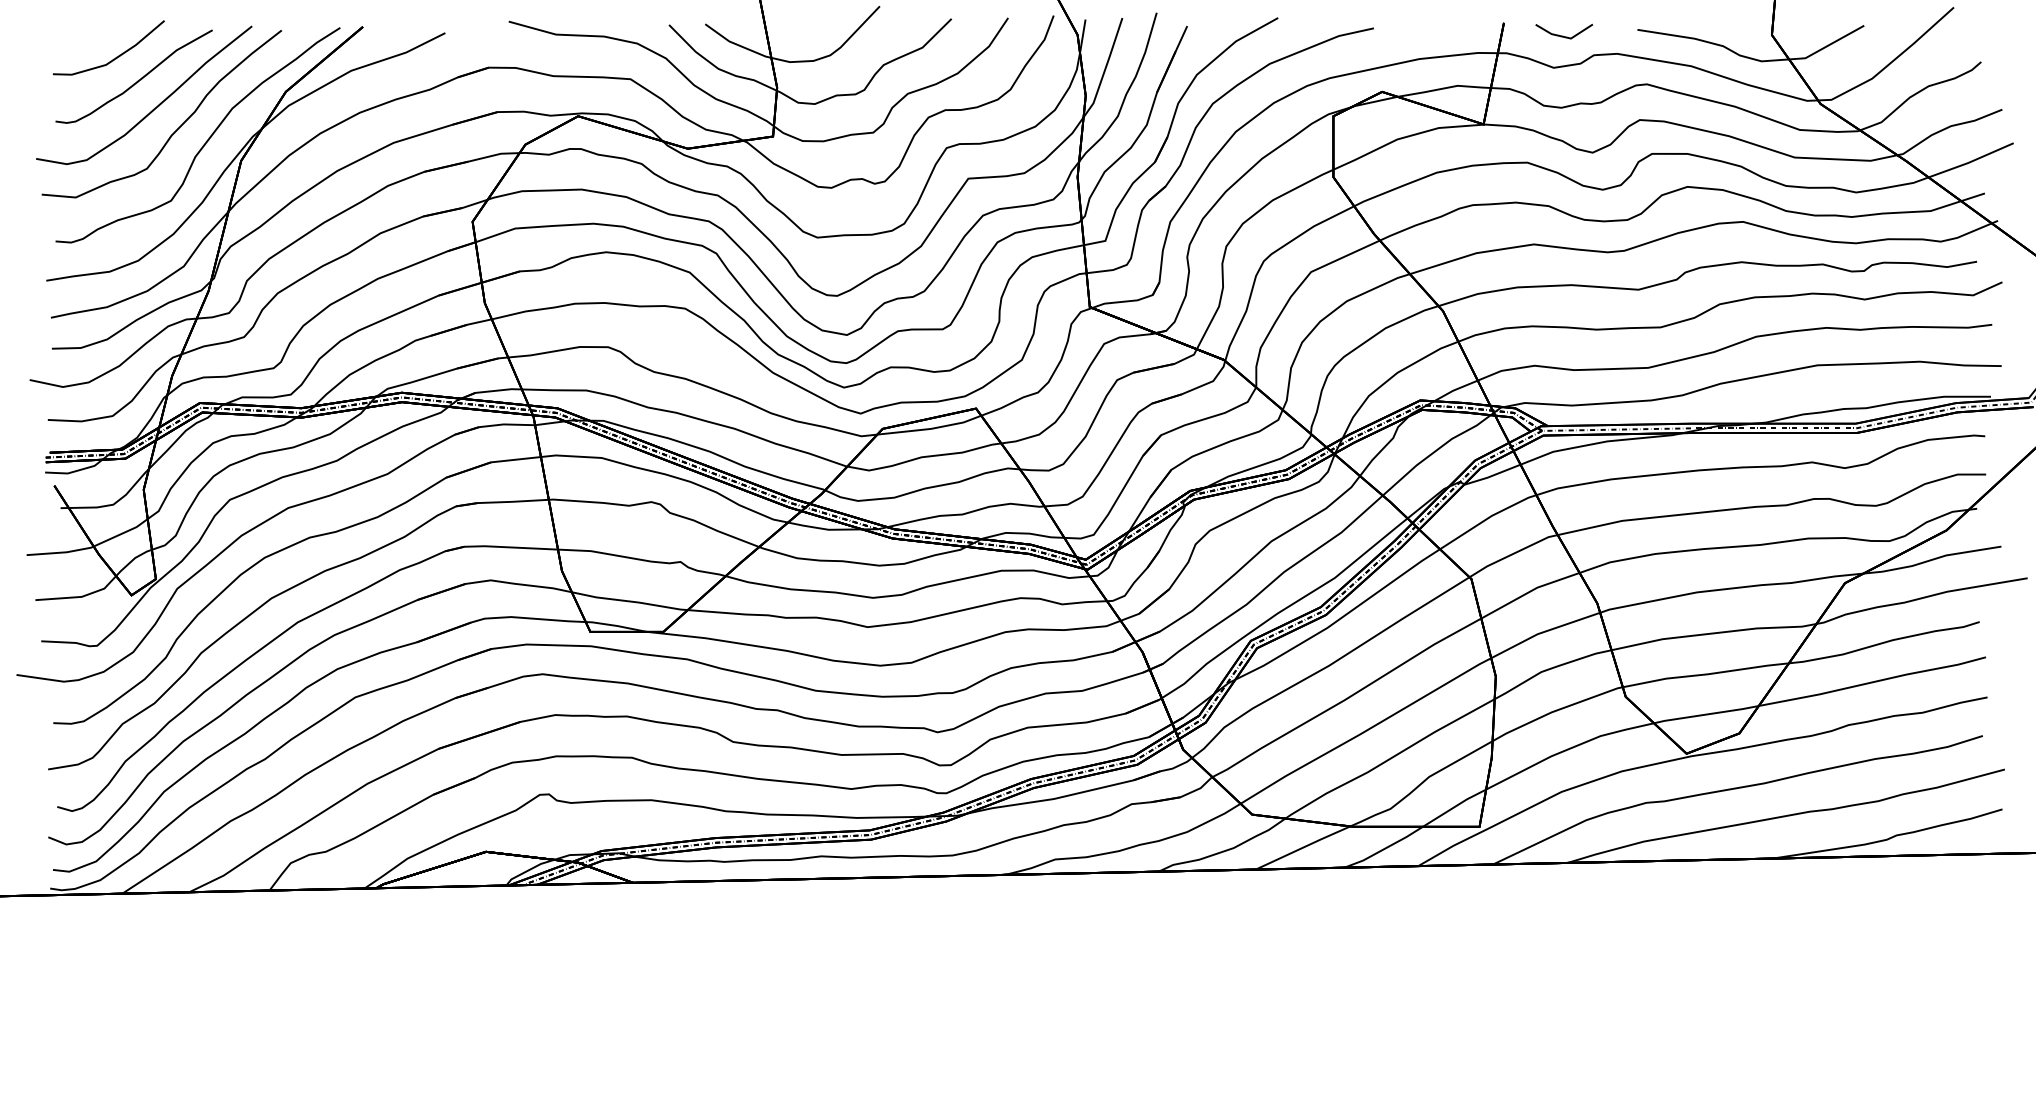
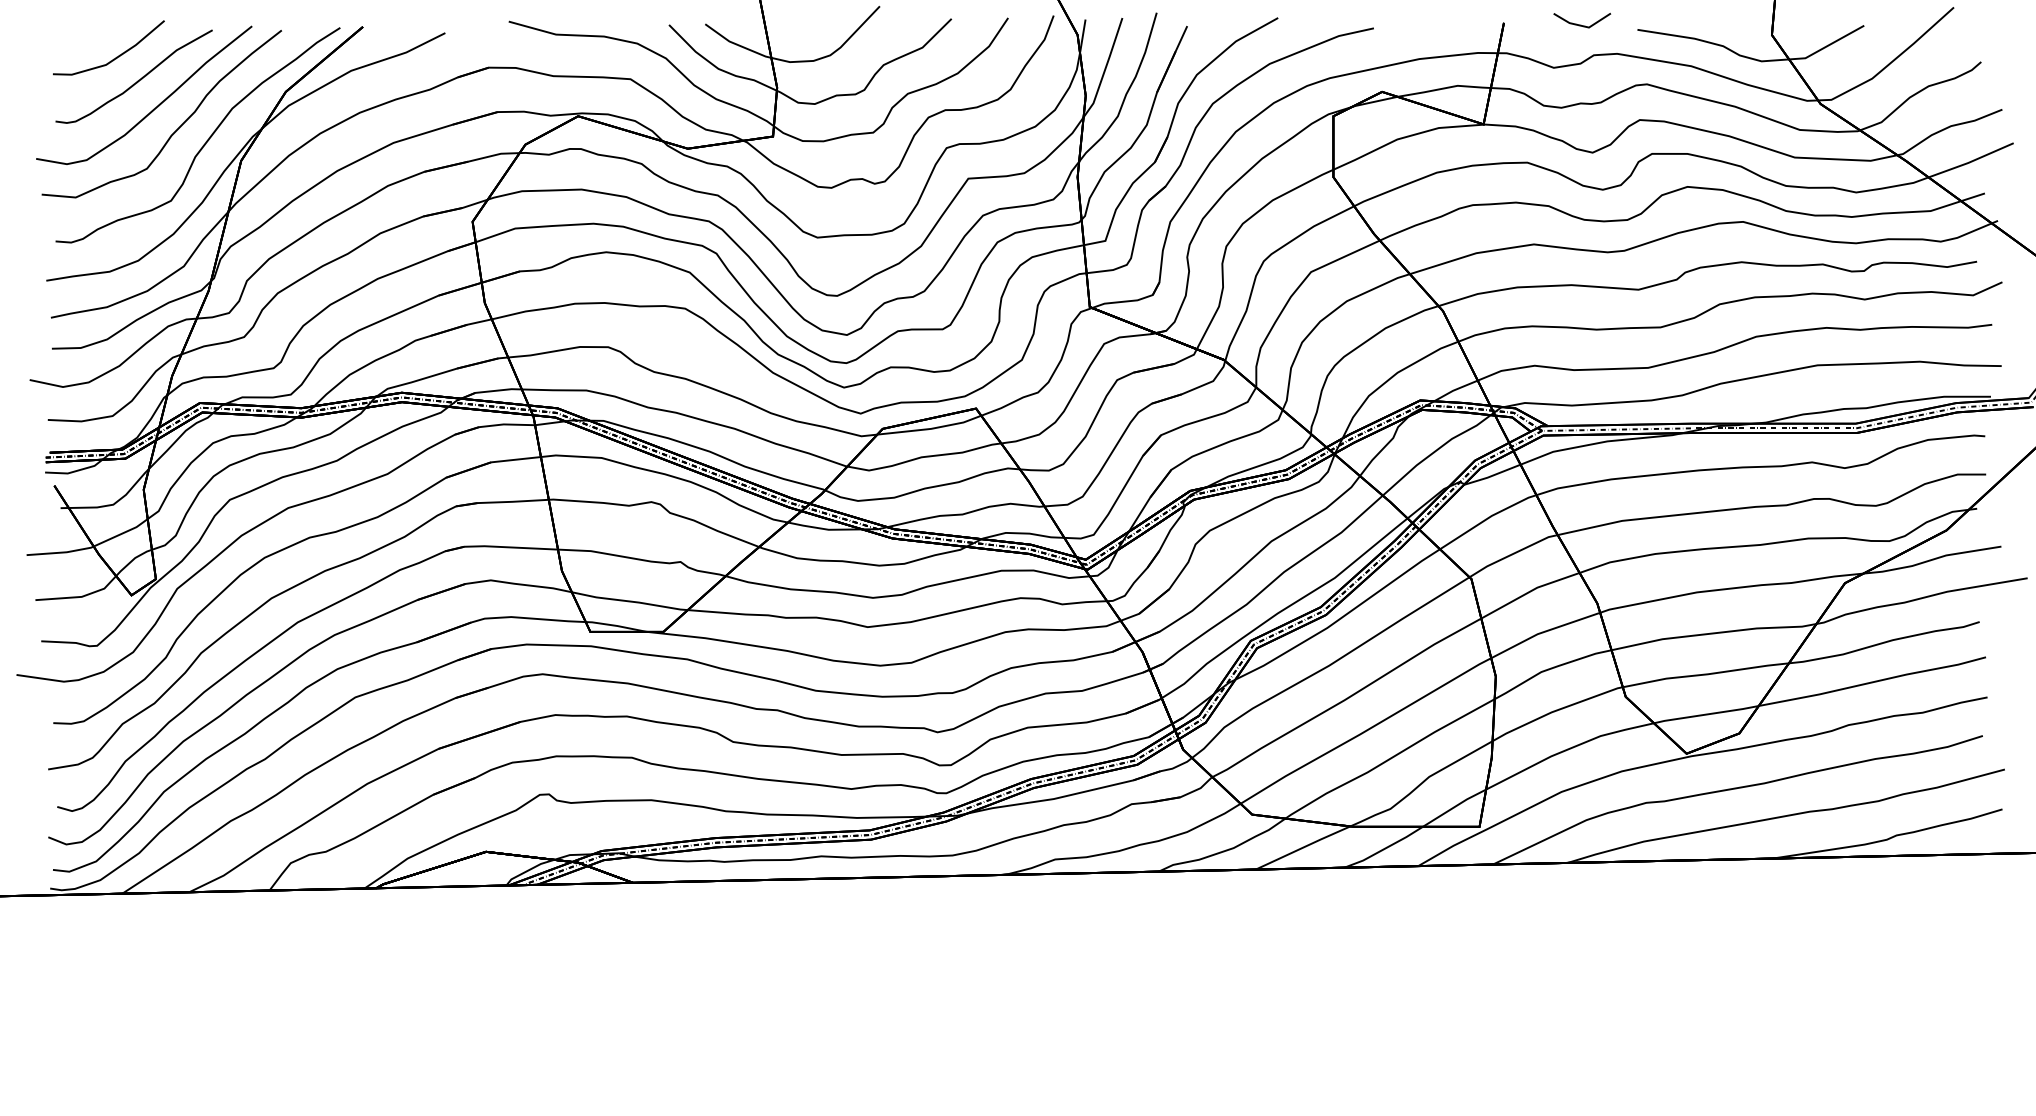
line at (1563, 35) position: (1563, 35) -> (1581, 24)
